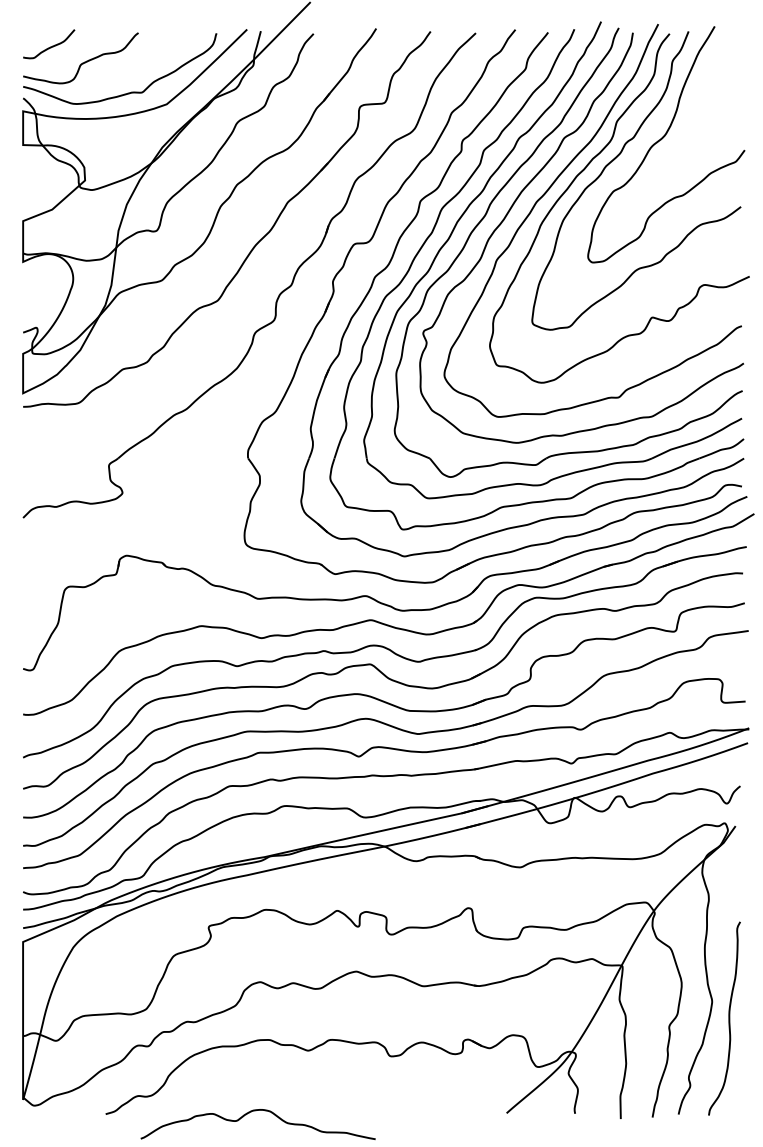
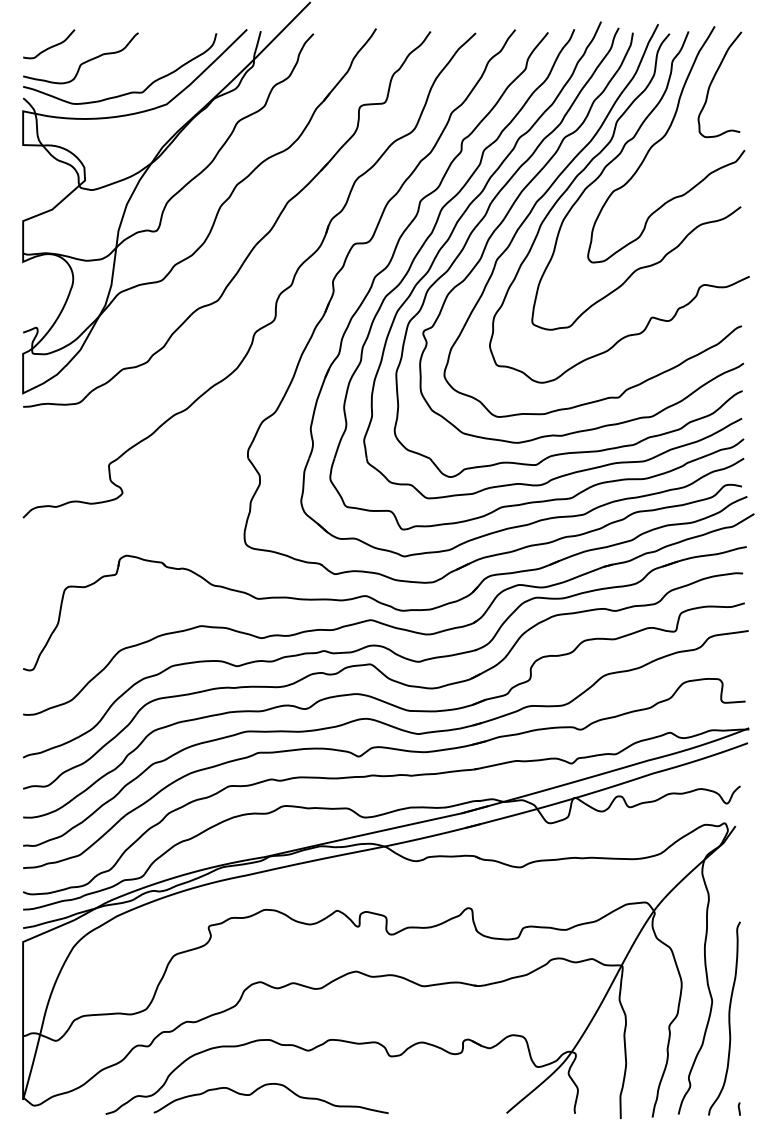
curve at (713, 80): none -> present
curve at (738, 1108): none -> present
curve at (255, 1111) position: (255, 1111) -> (268, 1085)
